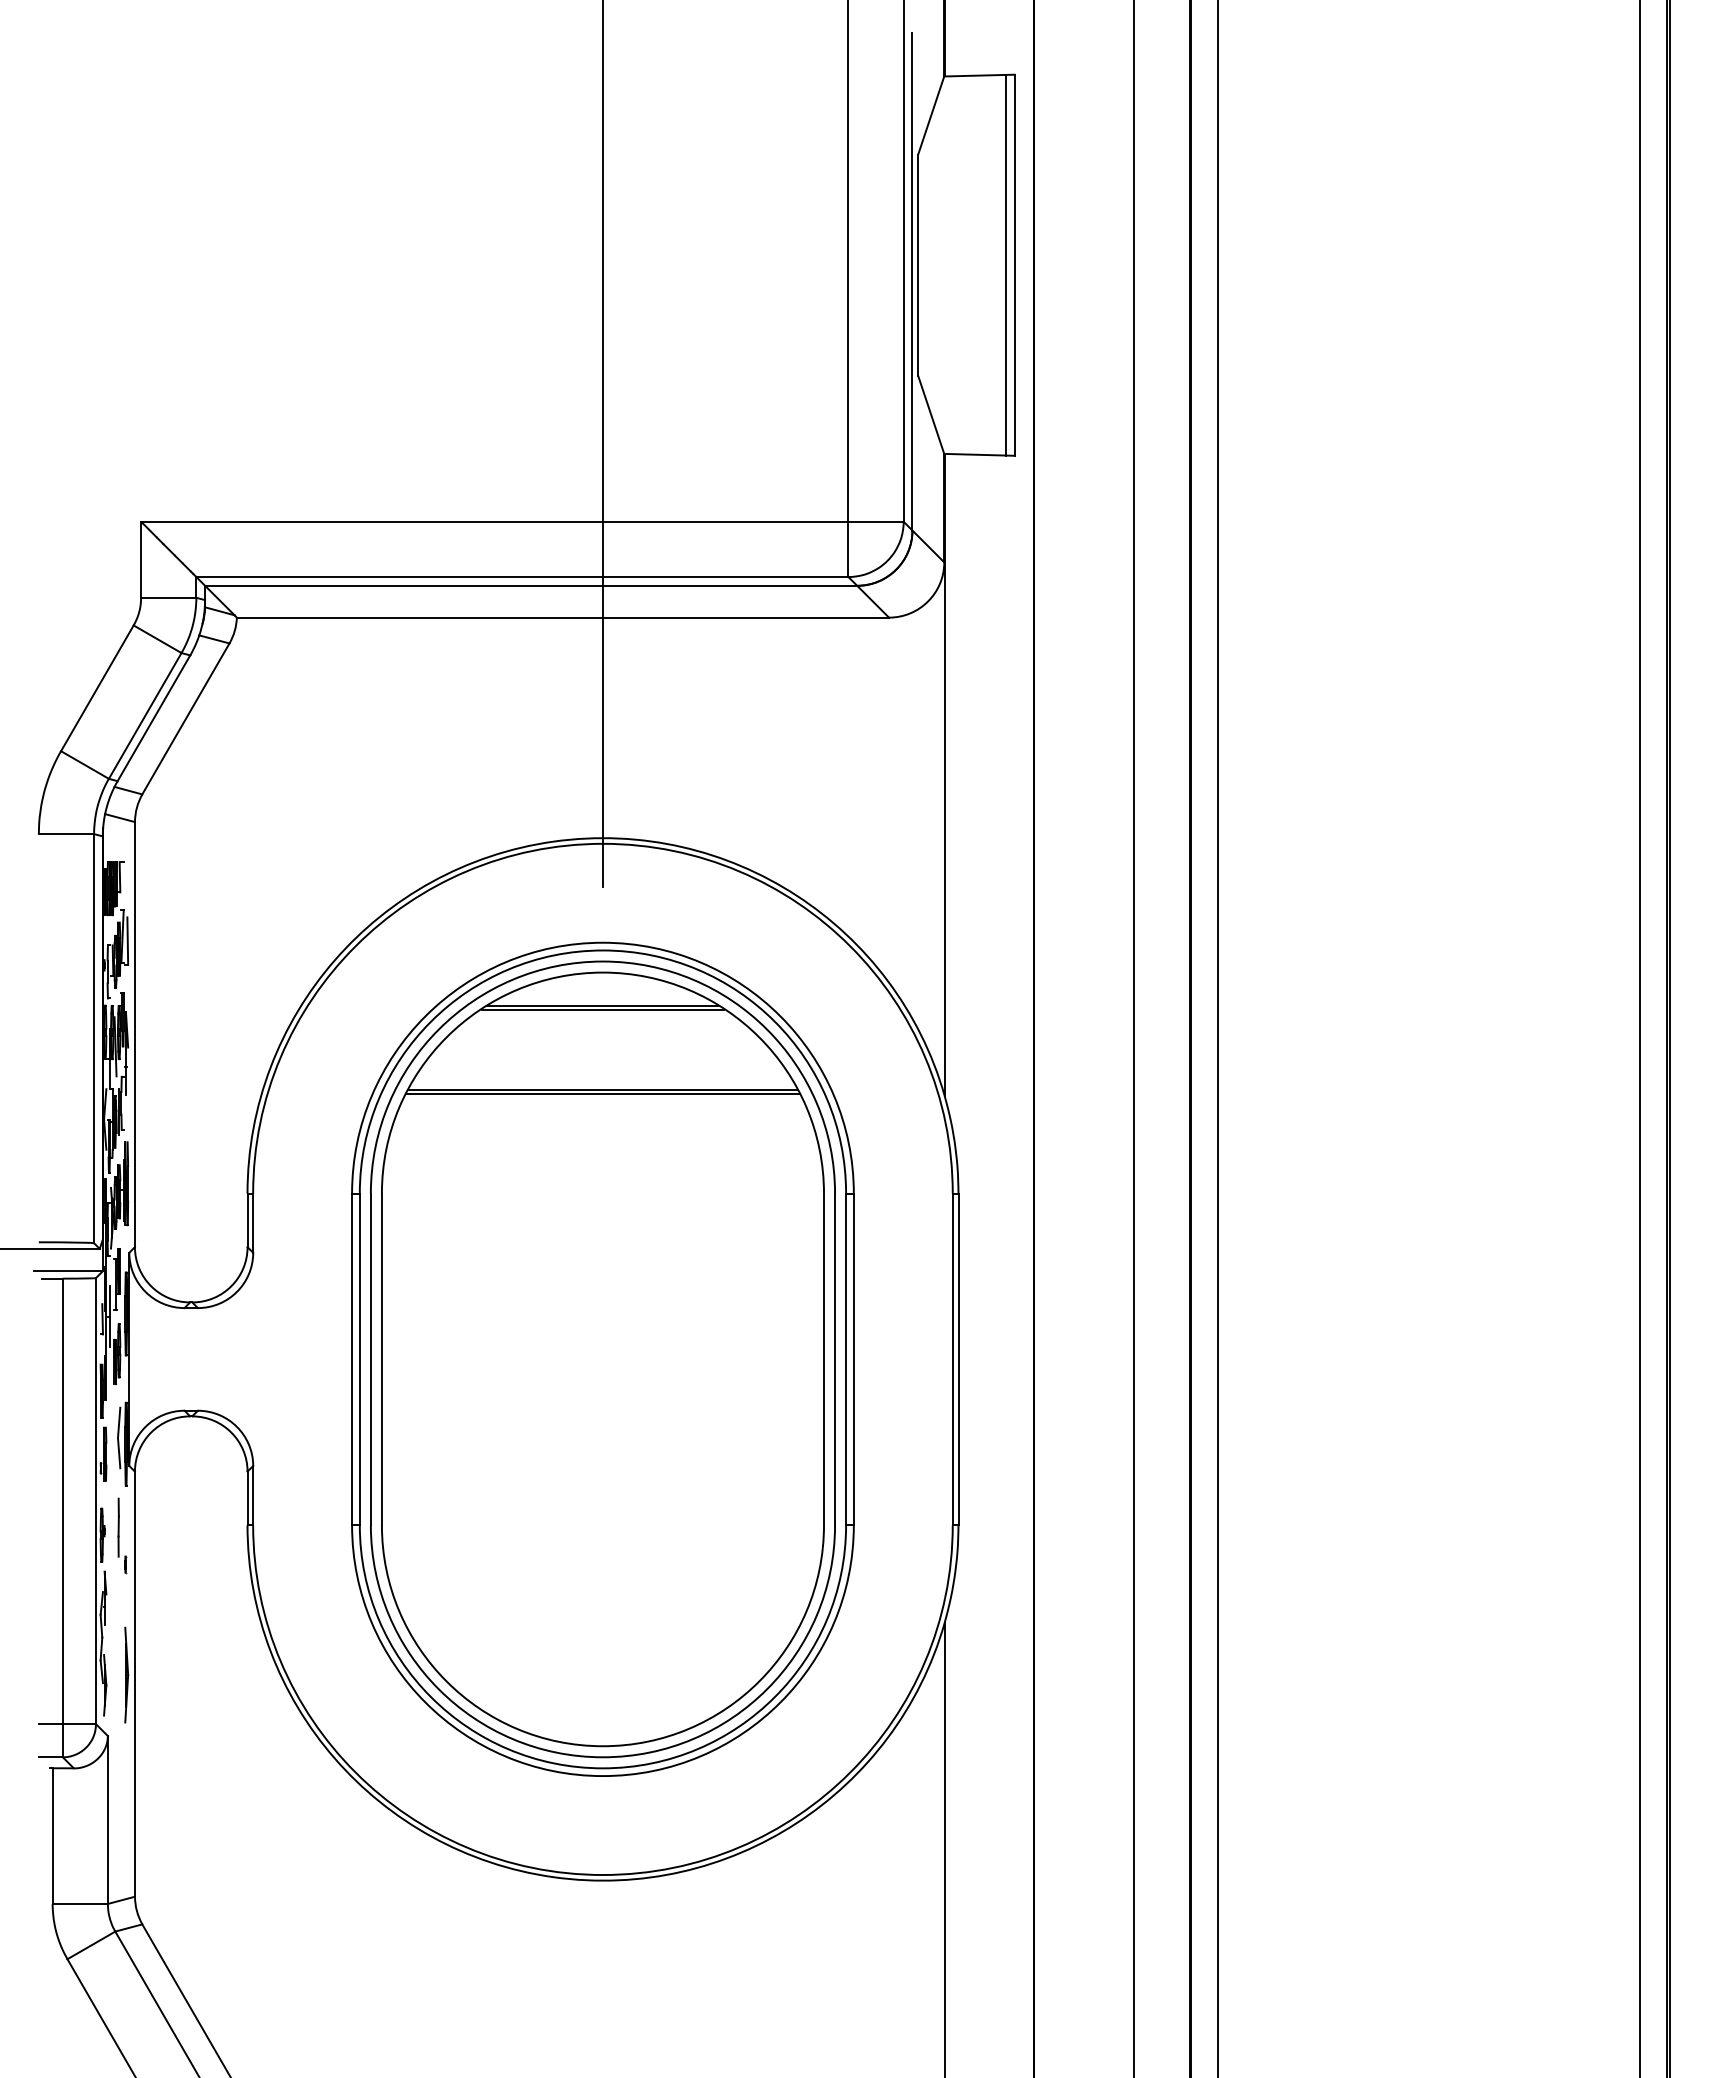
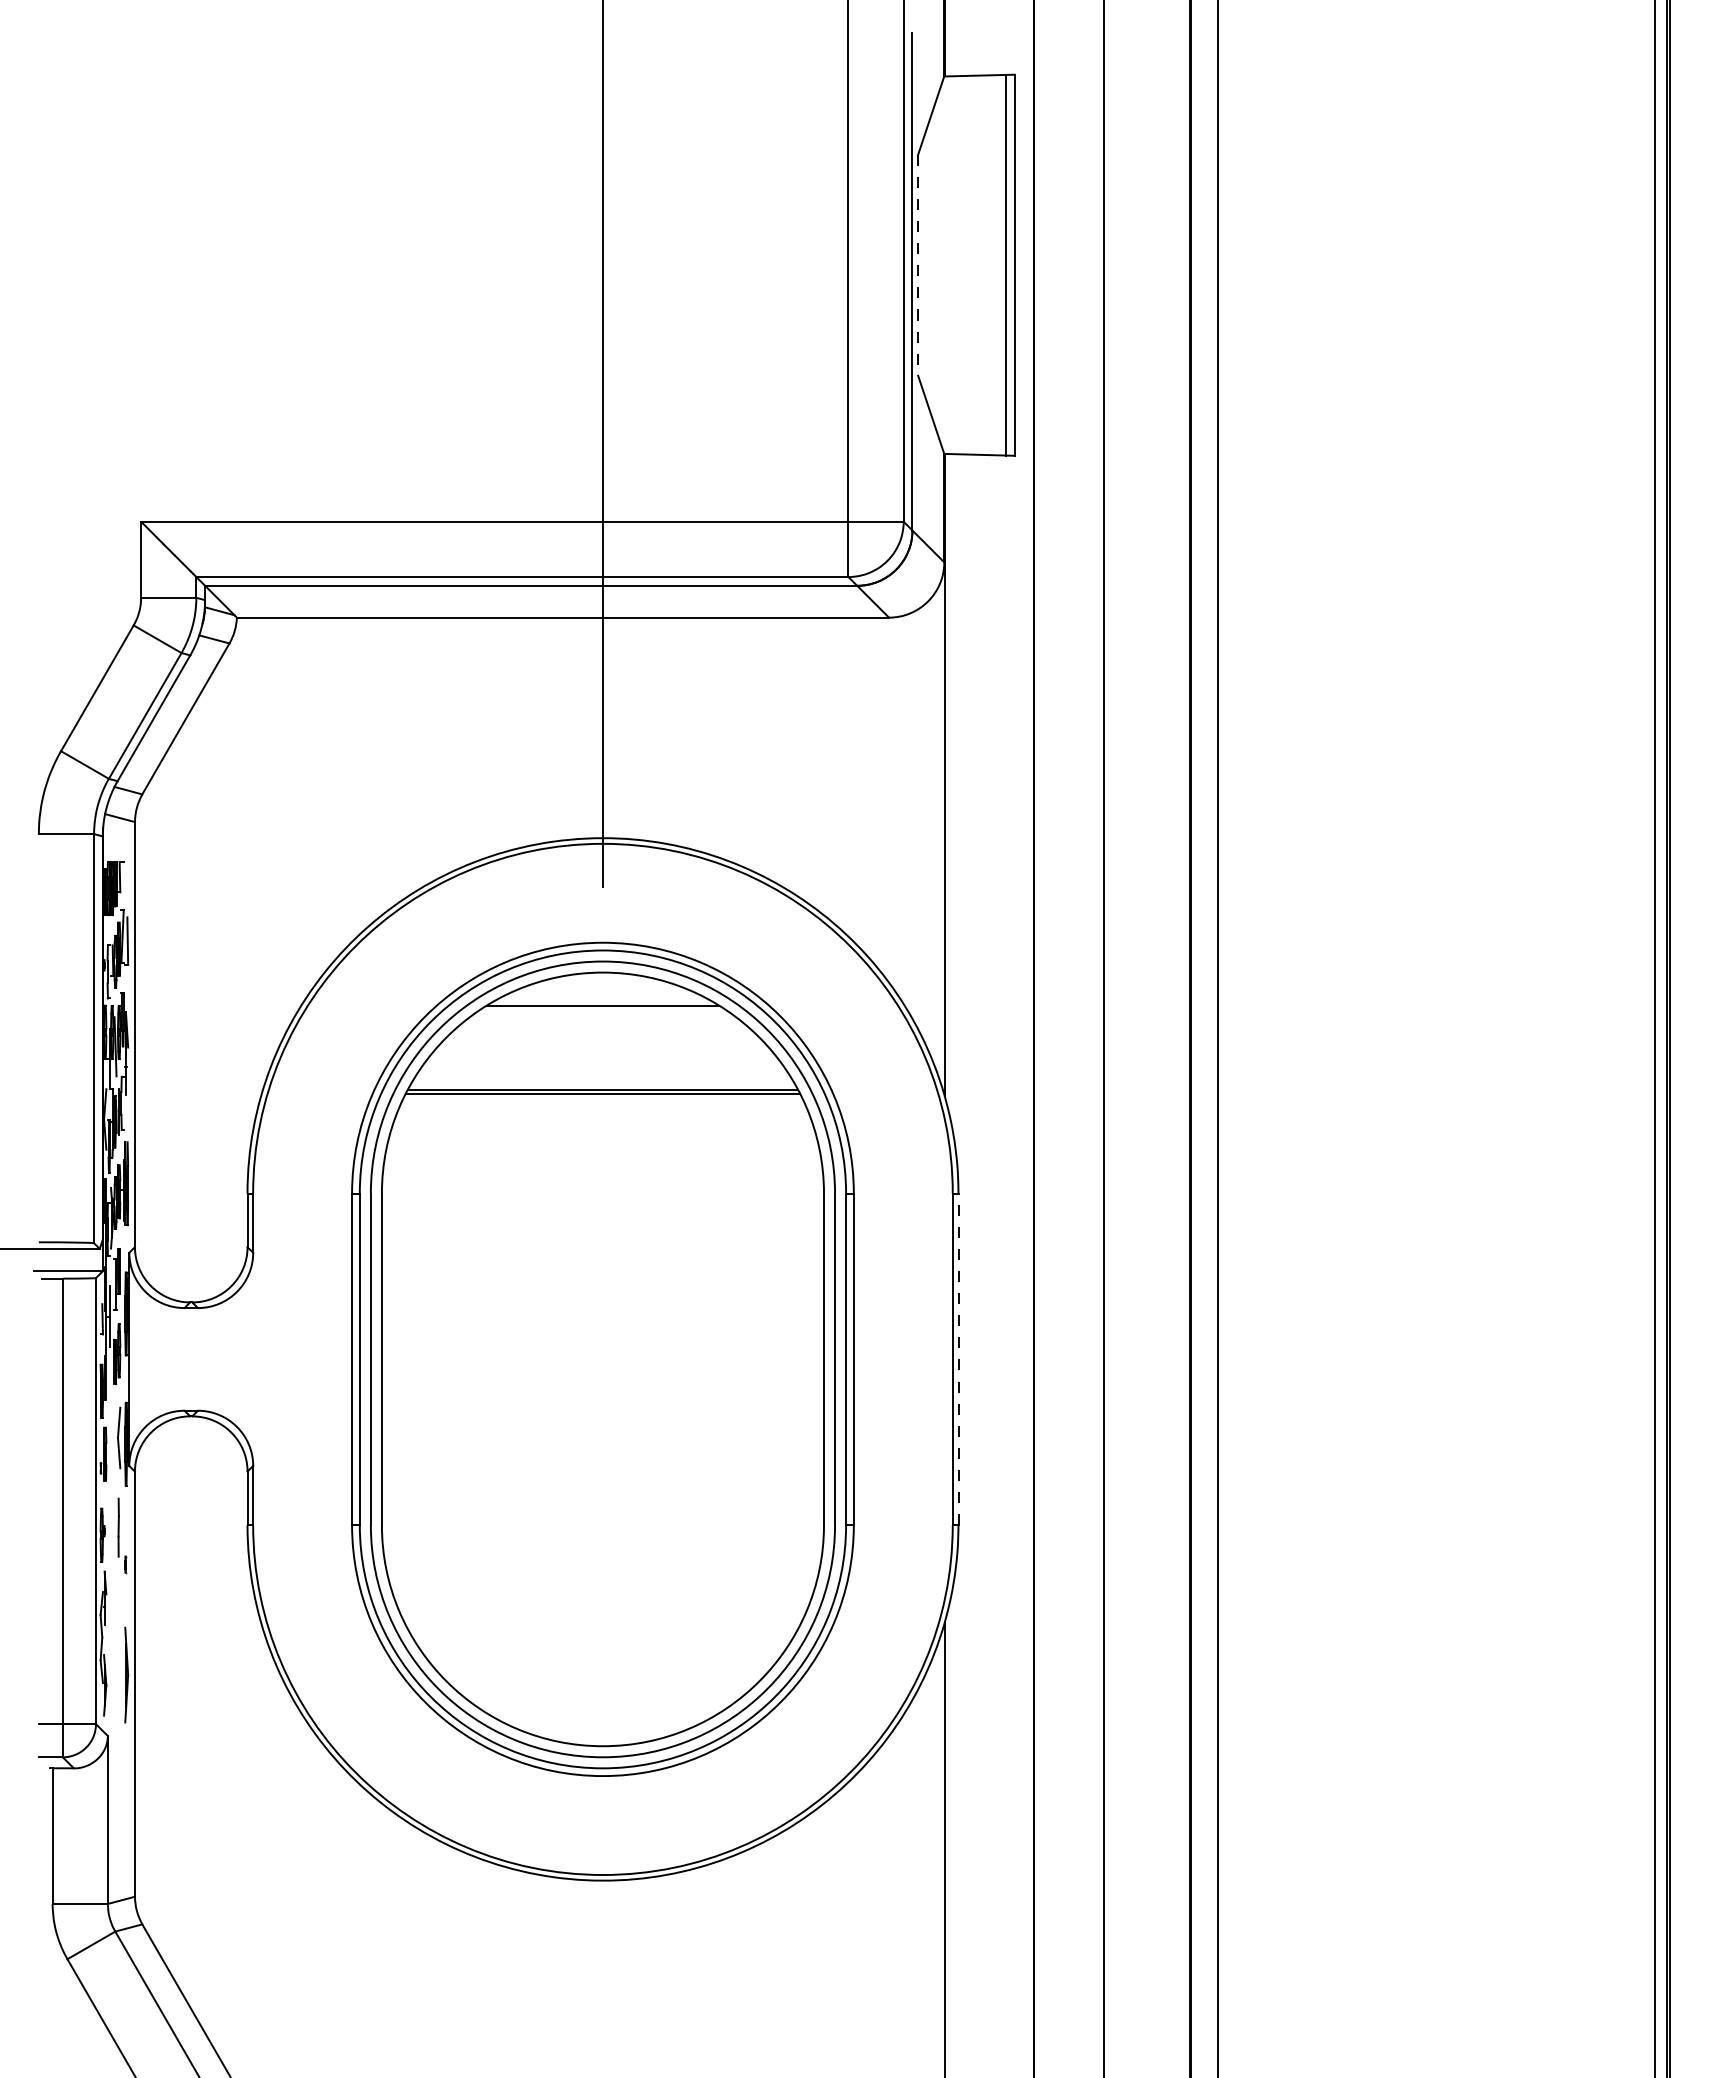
line at (918, 265): solid -> dashed
line at (602, 1009): present -> none
line at (1134, 1038) position: (1134, 1038) -> (1104, 1038)
line at (1639, 1038) position: (1639, 1038) -> (1654, 1038)
line at (958, 1359): solid -> dashed
